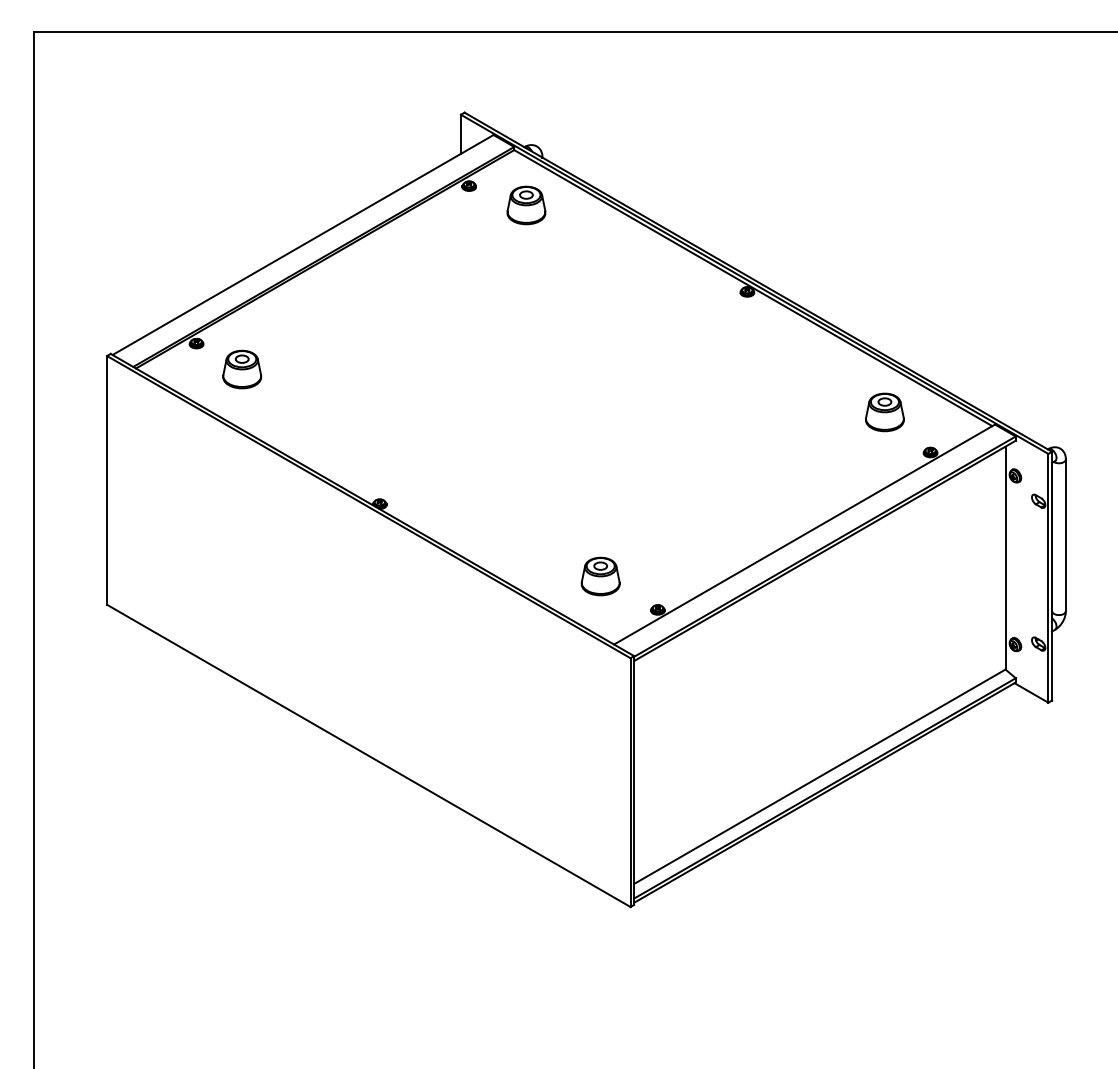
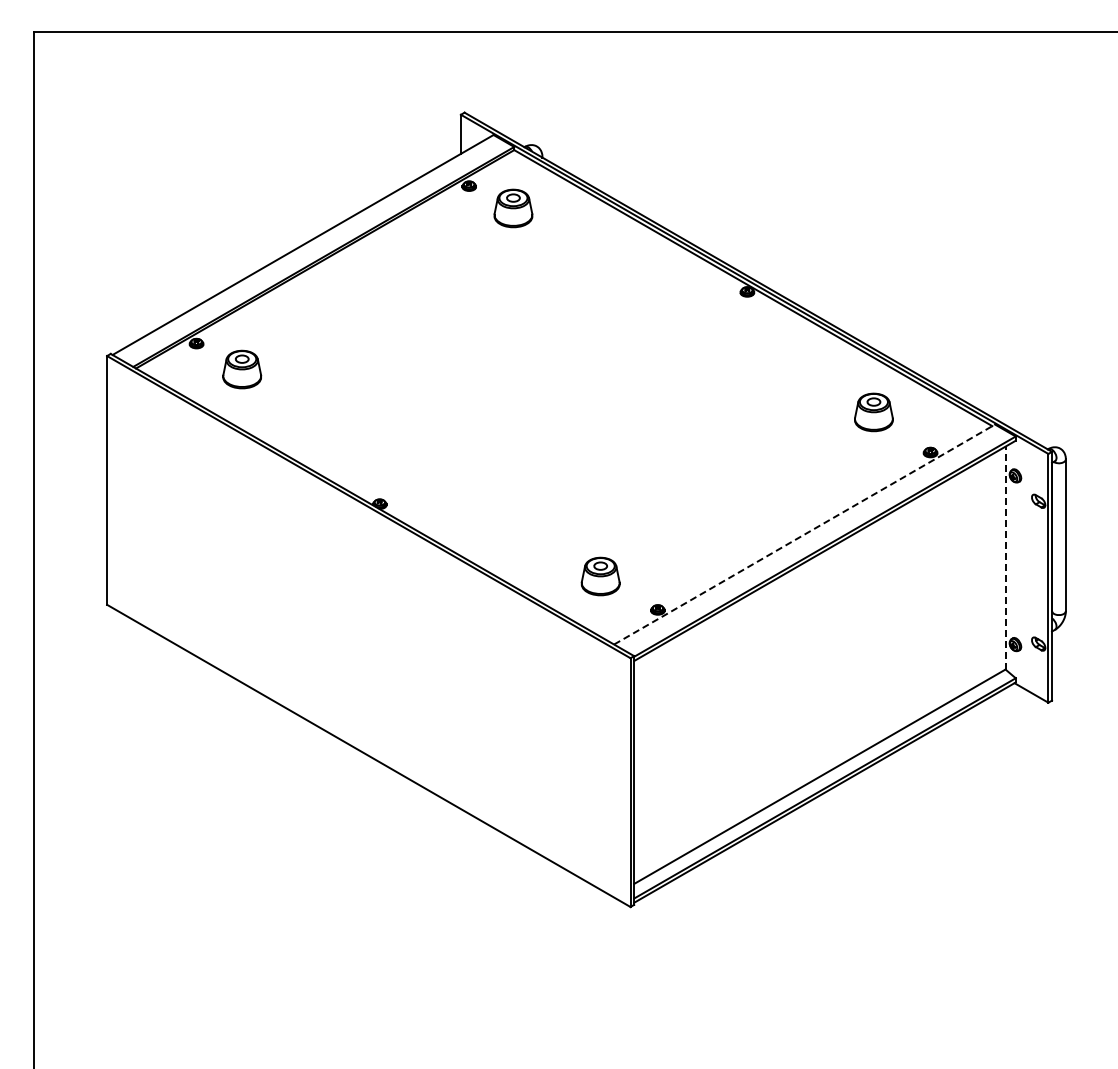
part at (526, 205) position: (526, 205) -> (513, 208)
part at (884, 412) position: (884, 412) -> (873, 412)
line at (804, 534): solid -> dashed
line at (1005, 557): solid -> dashed
